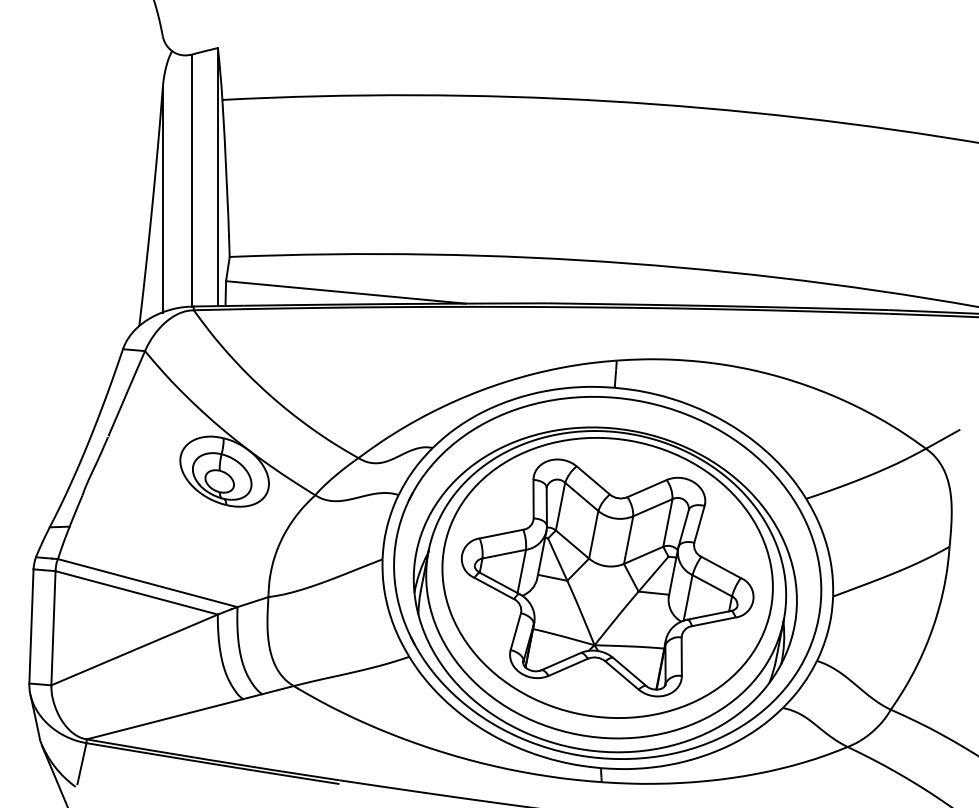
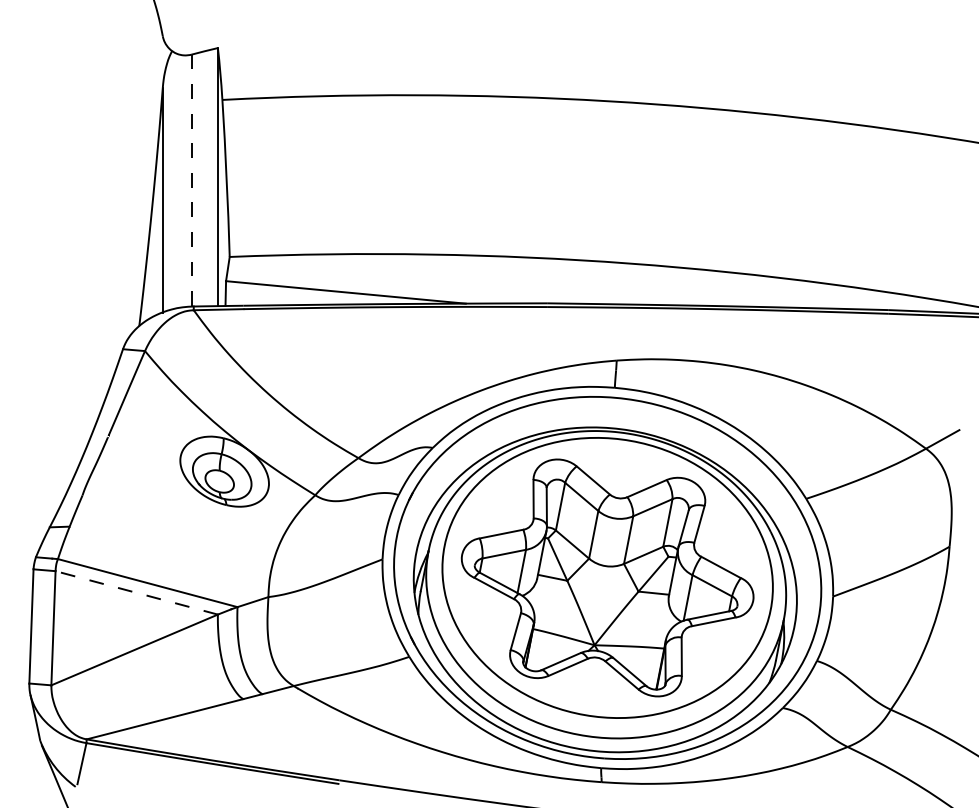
line at (191, 181): solid -> dashed
line at (136, 592): solid -> dashed
